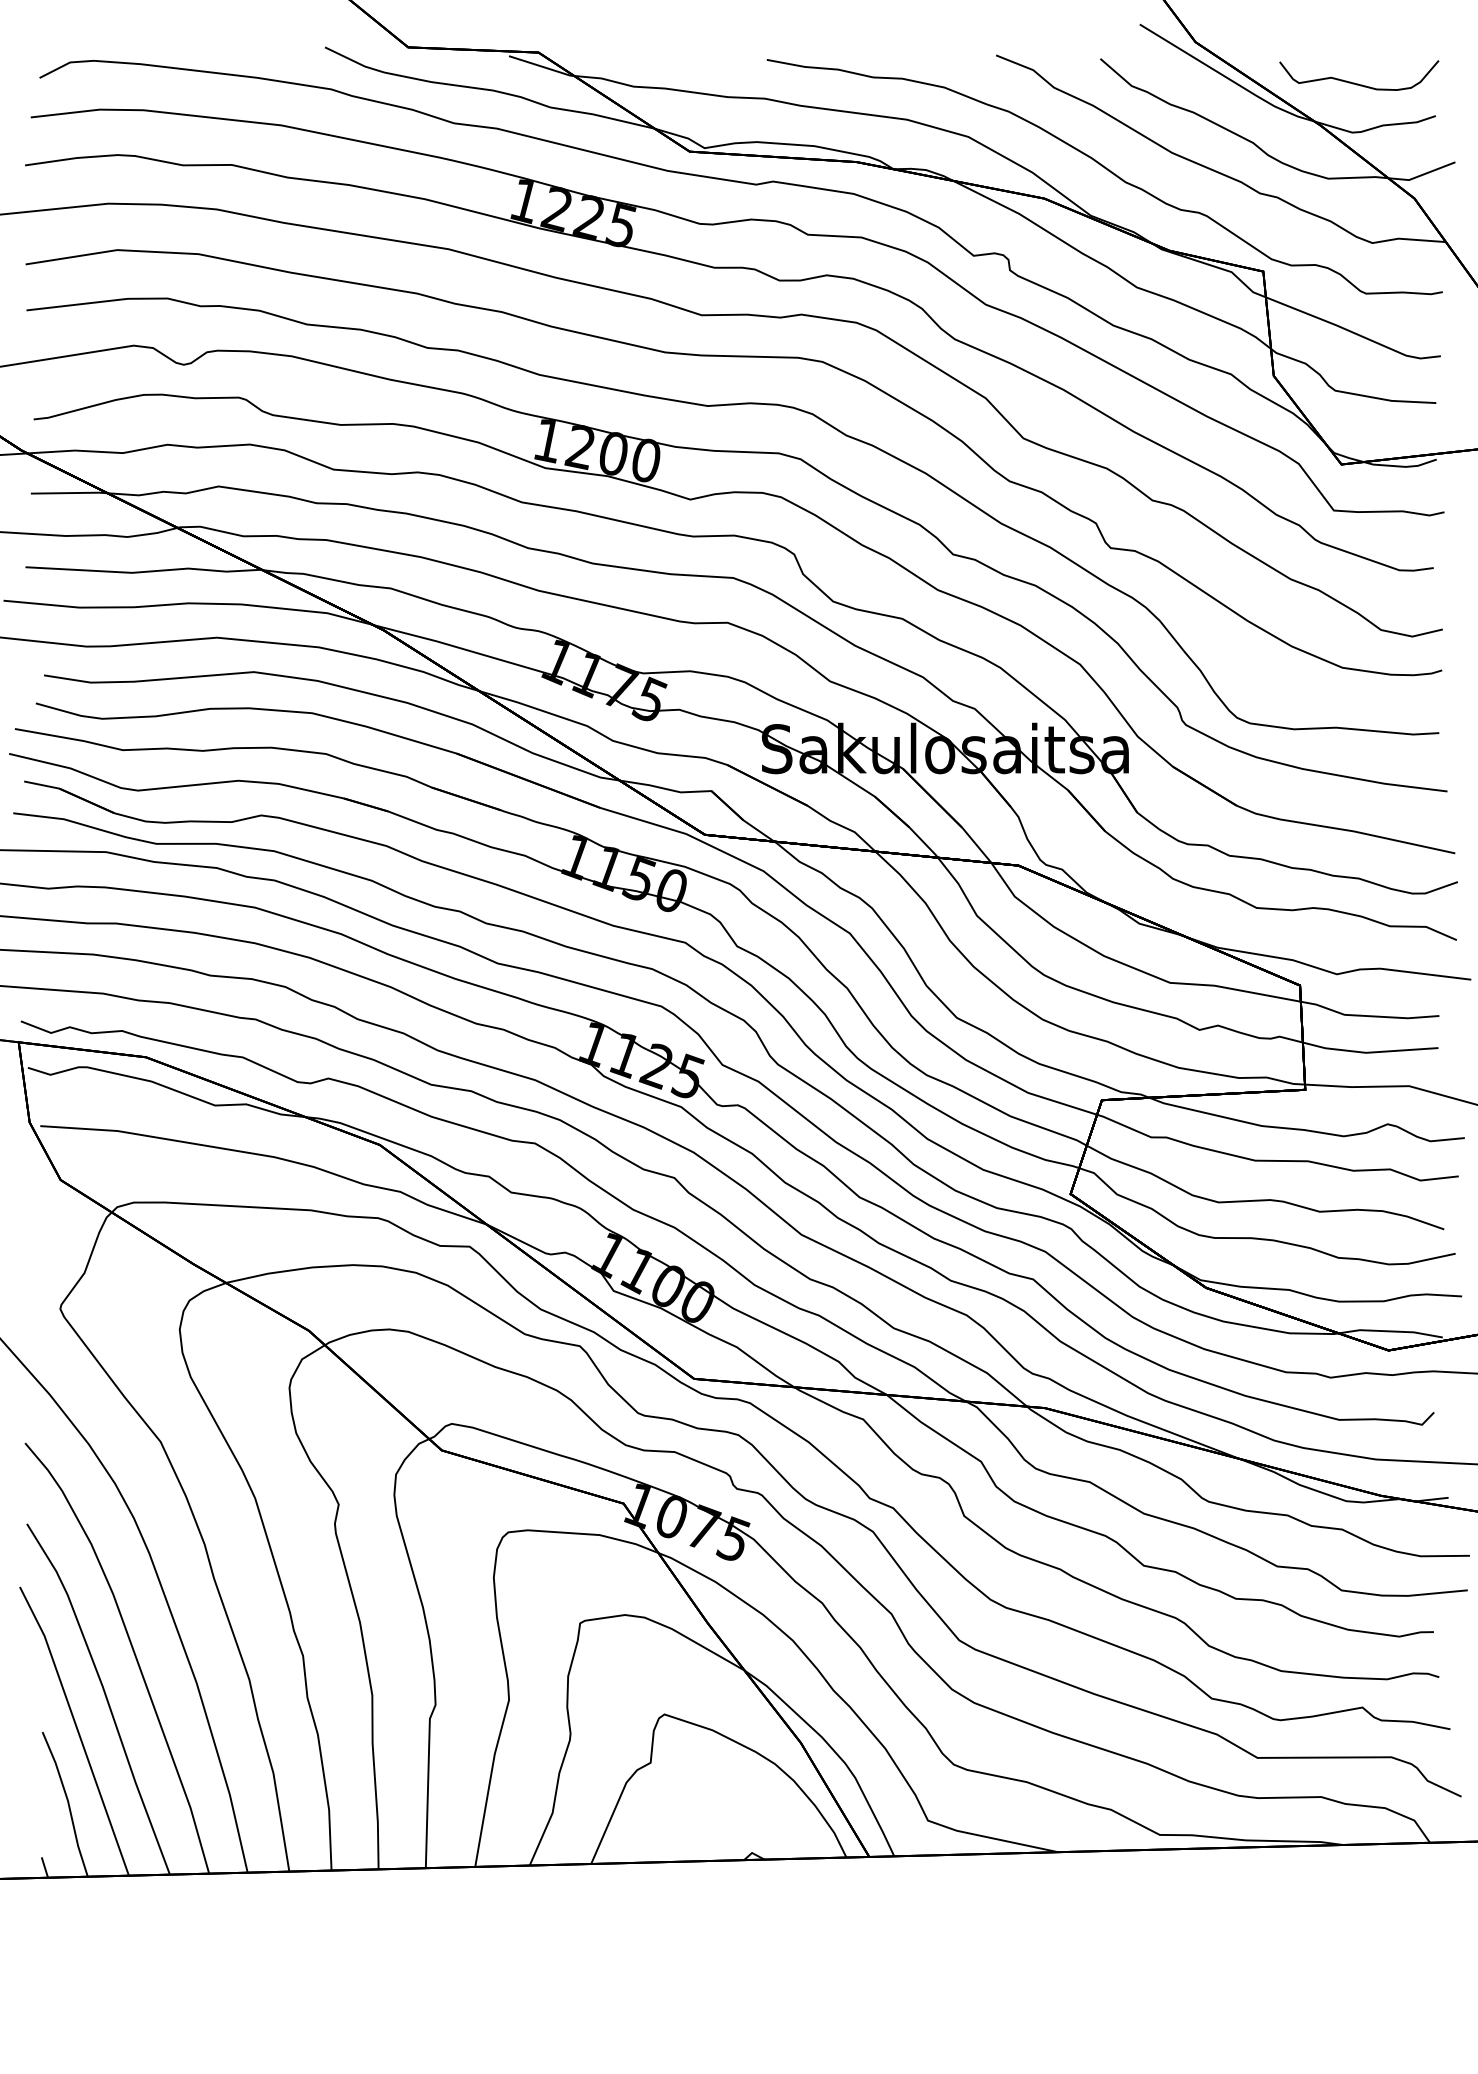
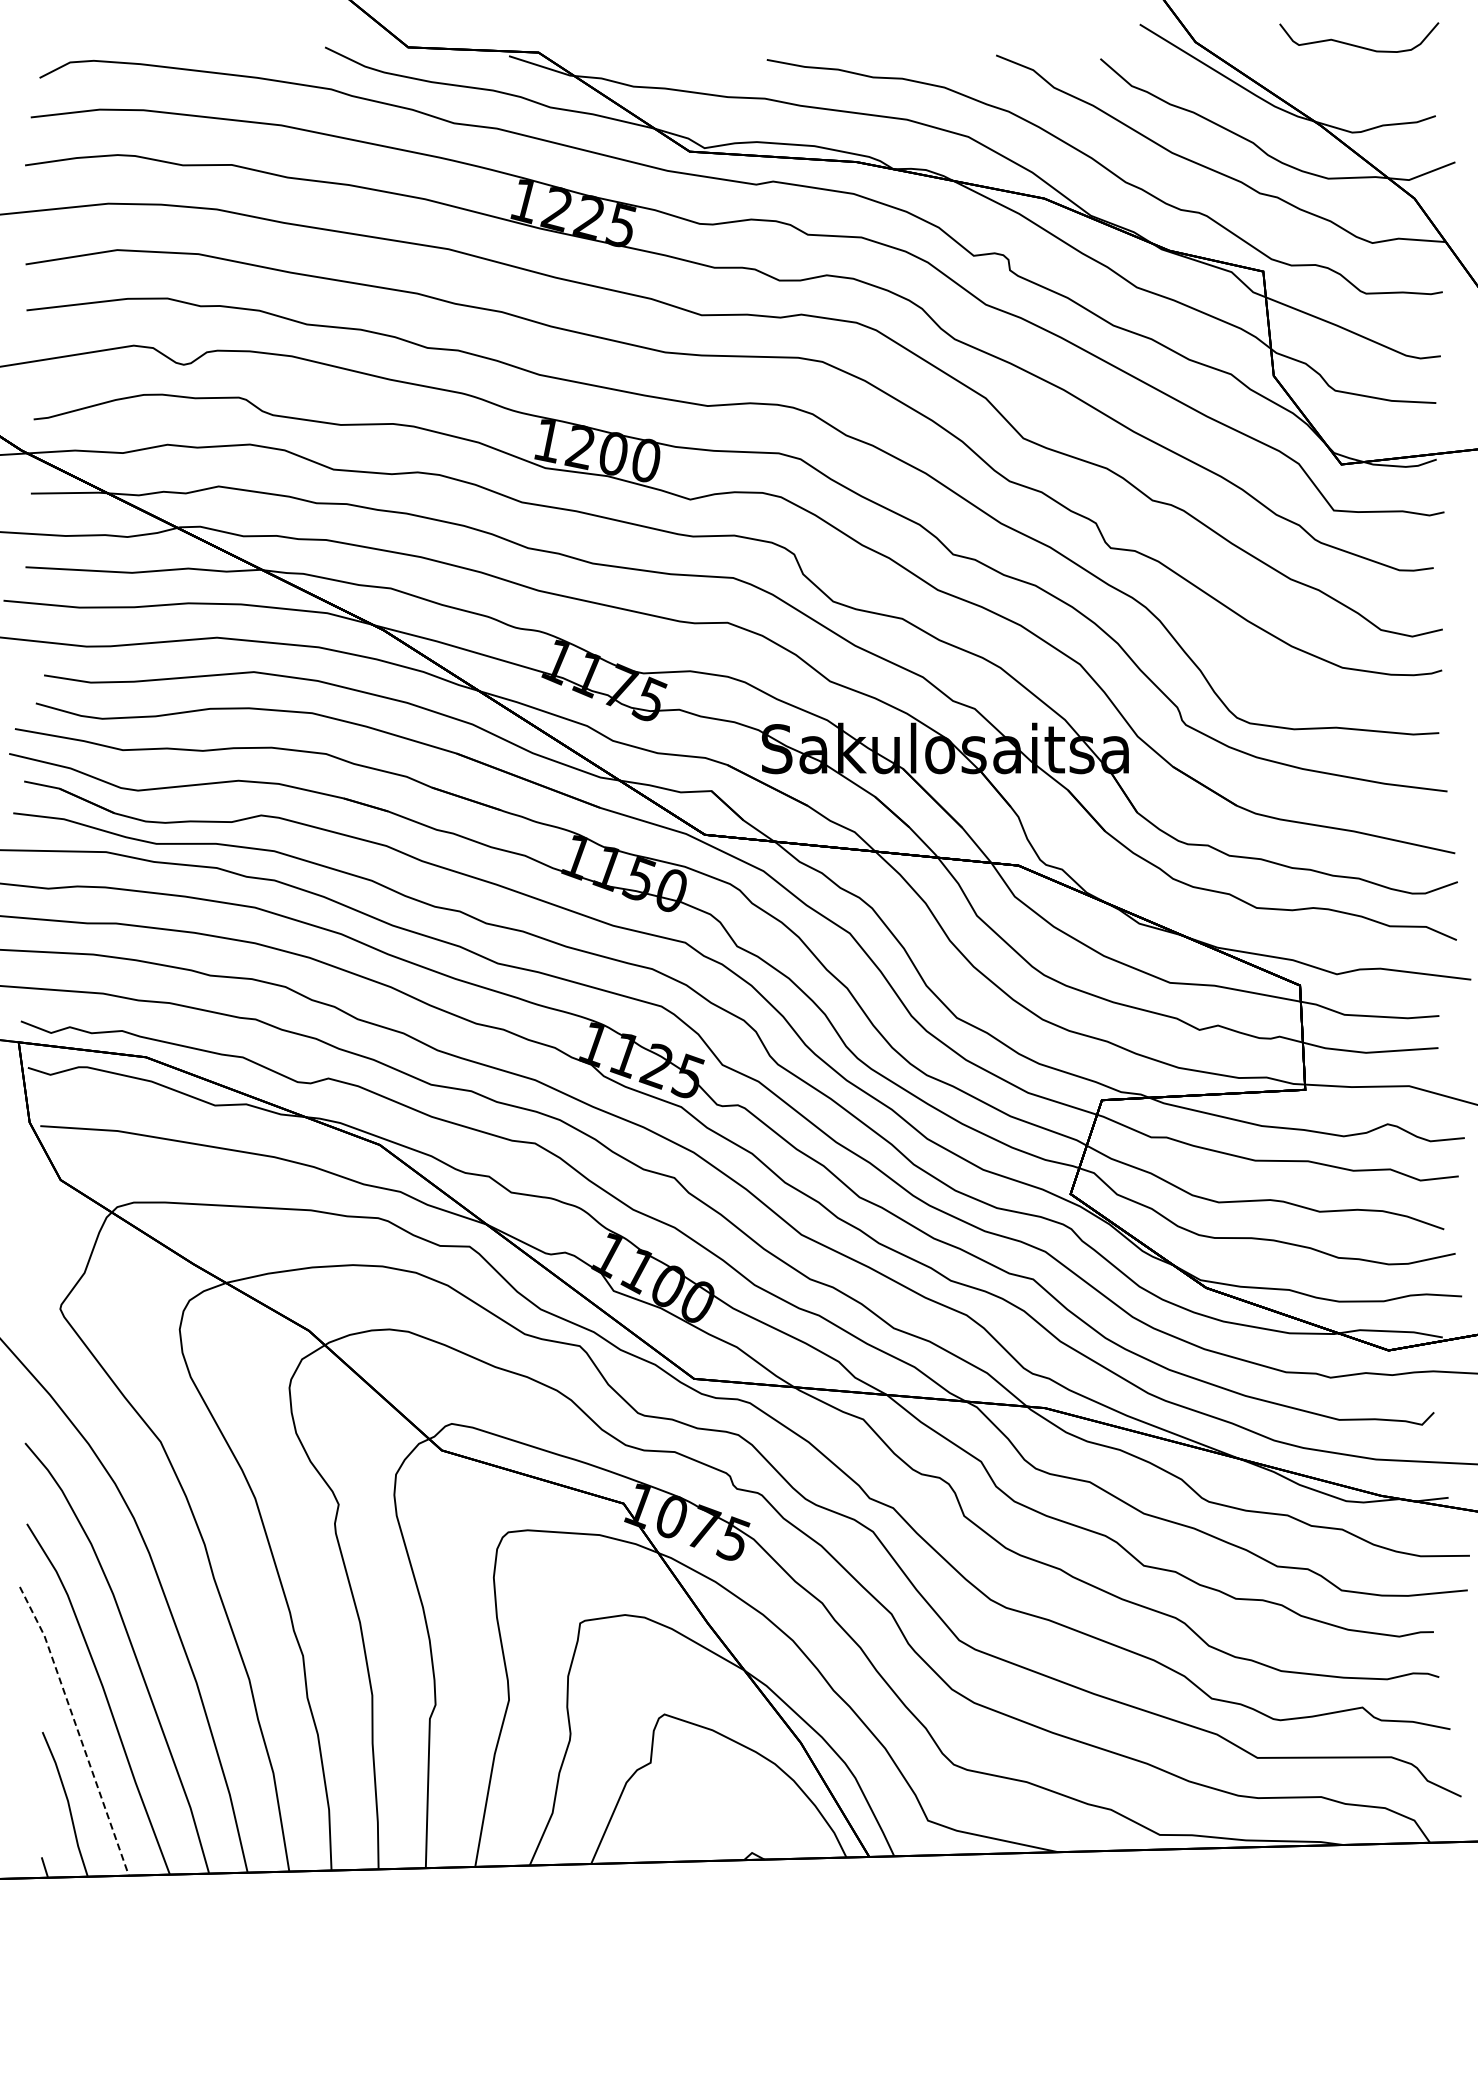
curve at (1358, 83) position: (1358, 83) -> (1358, 45)
line at (77, 1729): solid -> dashed
